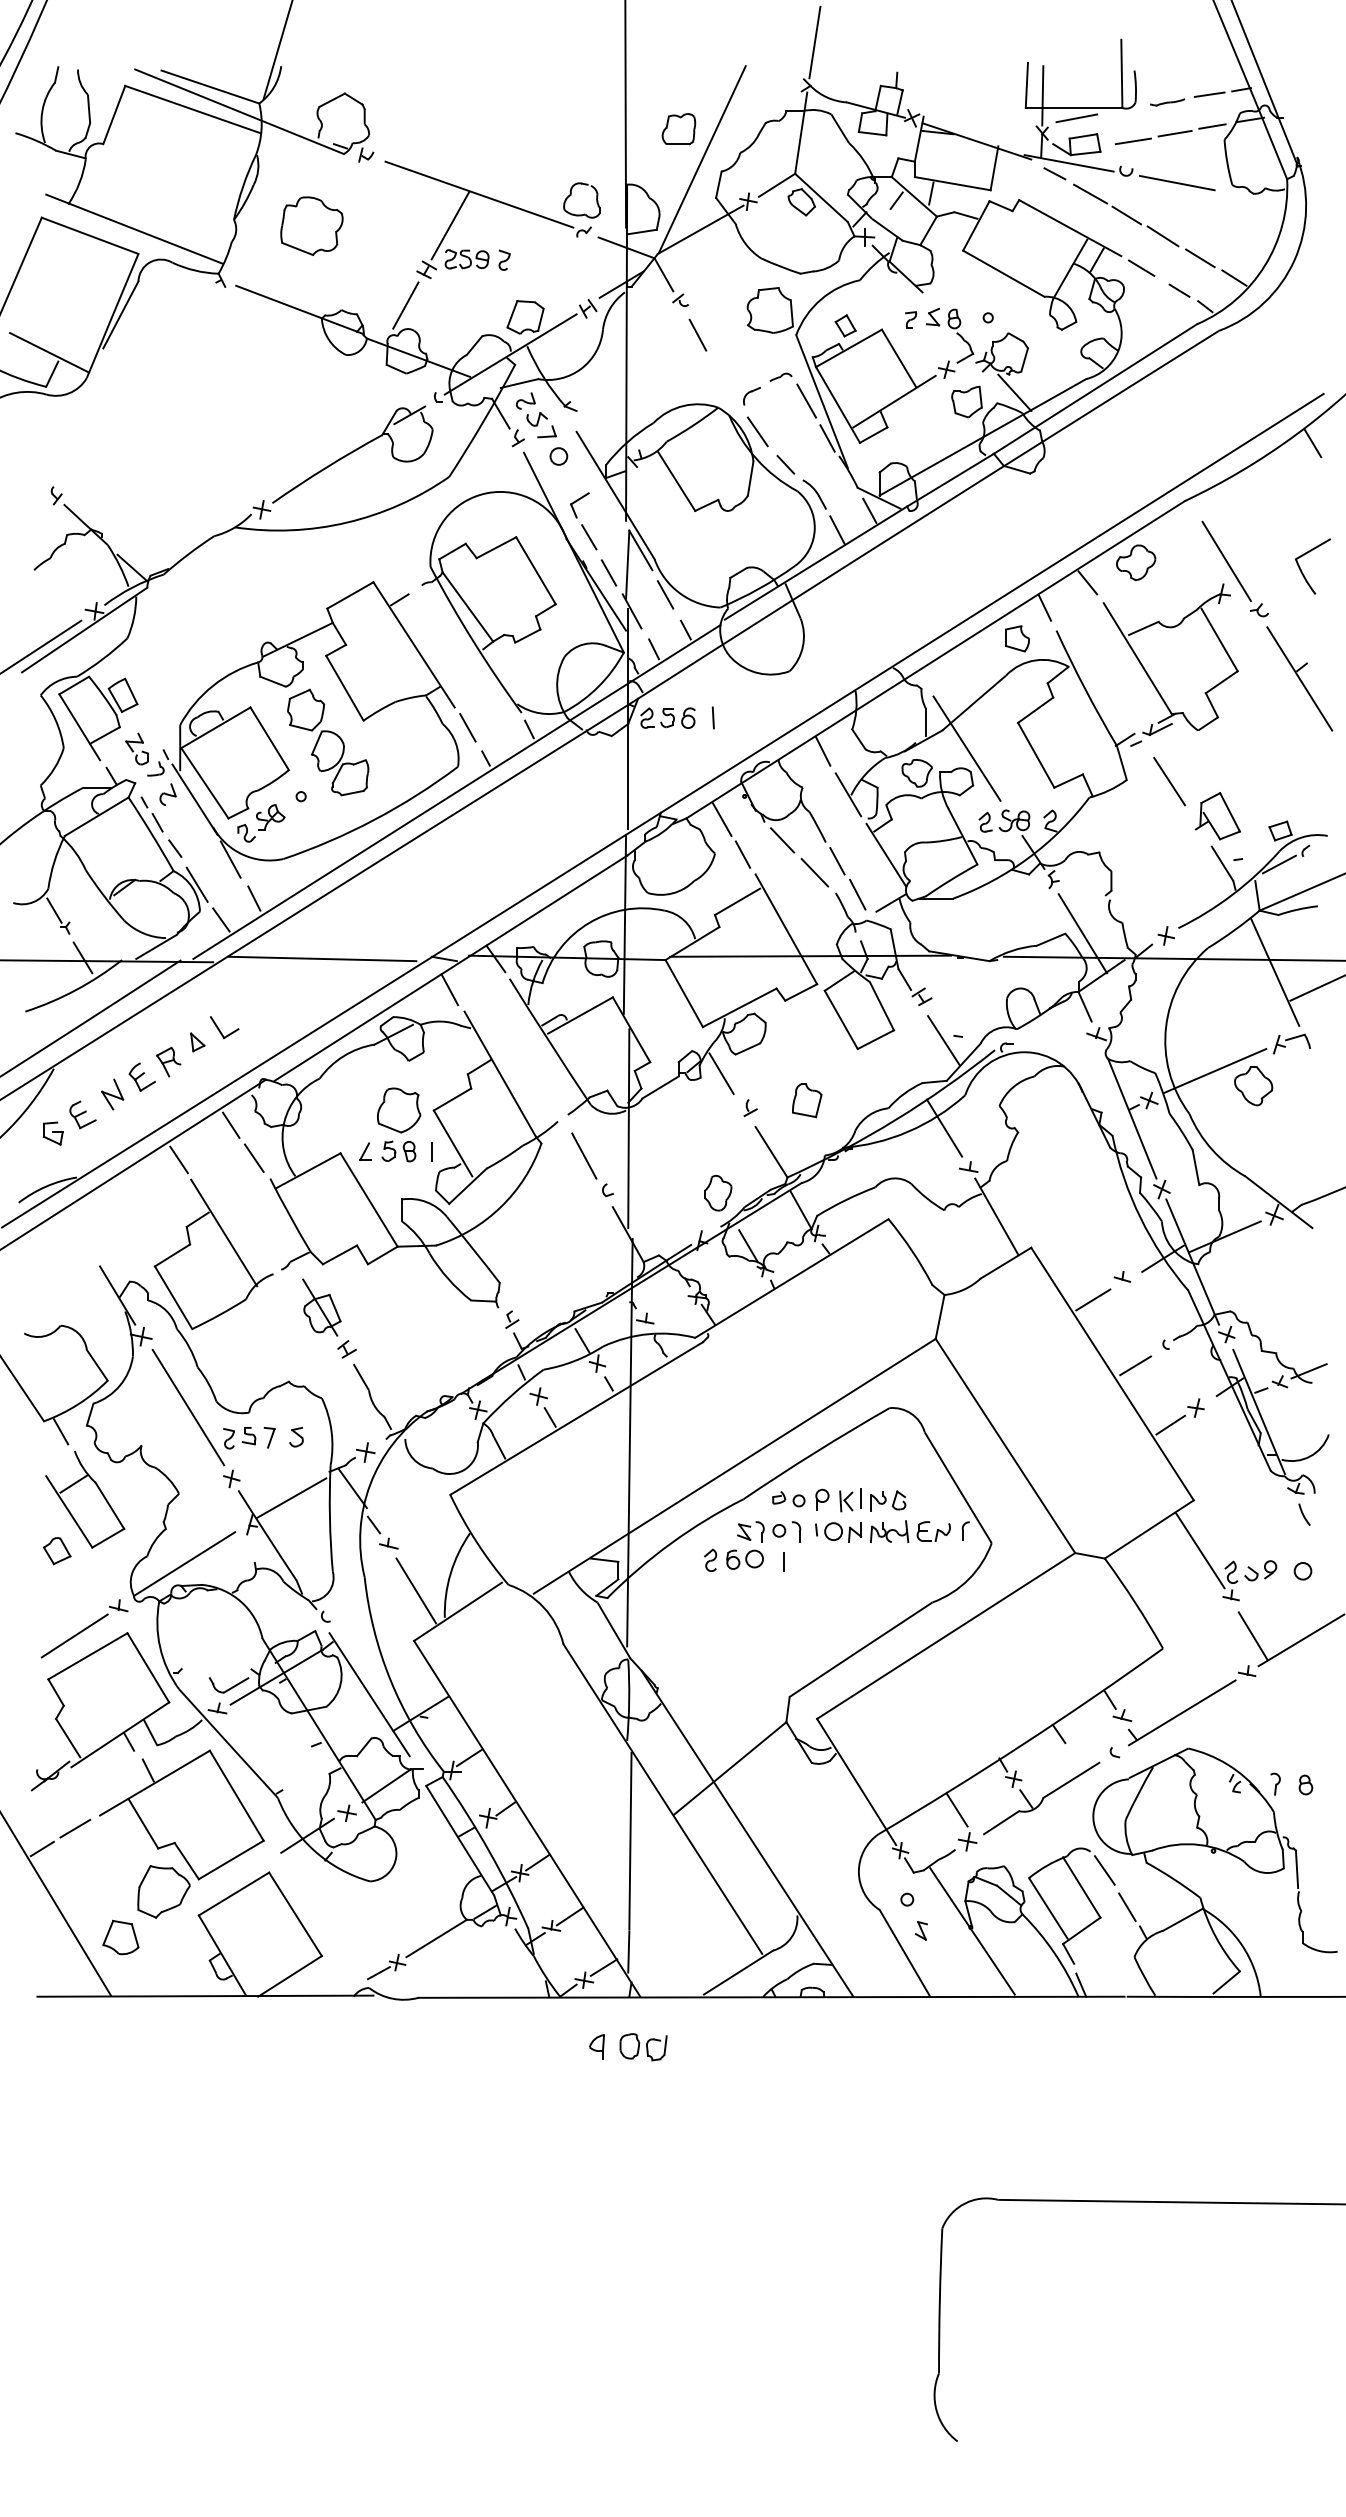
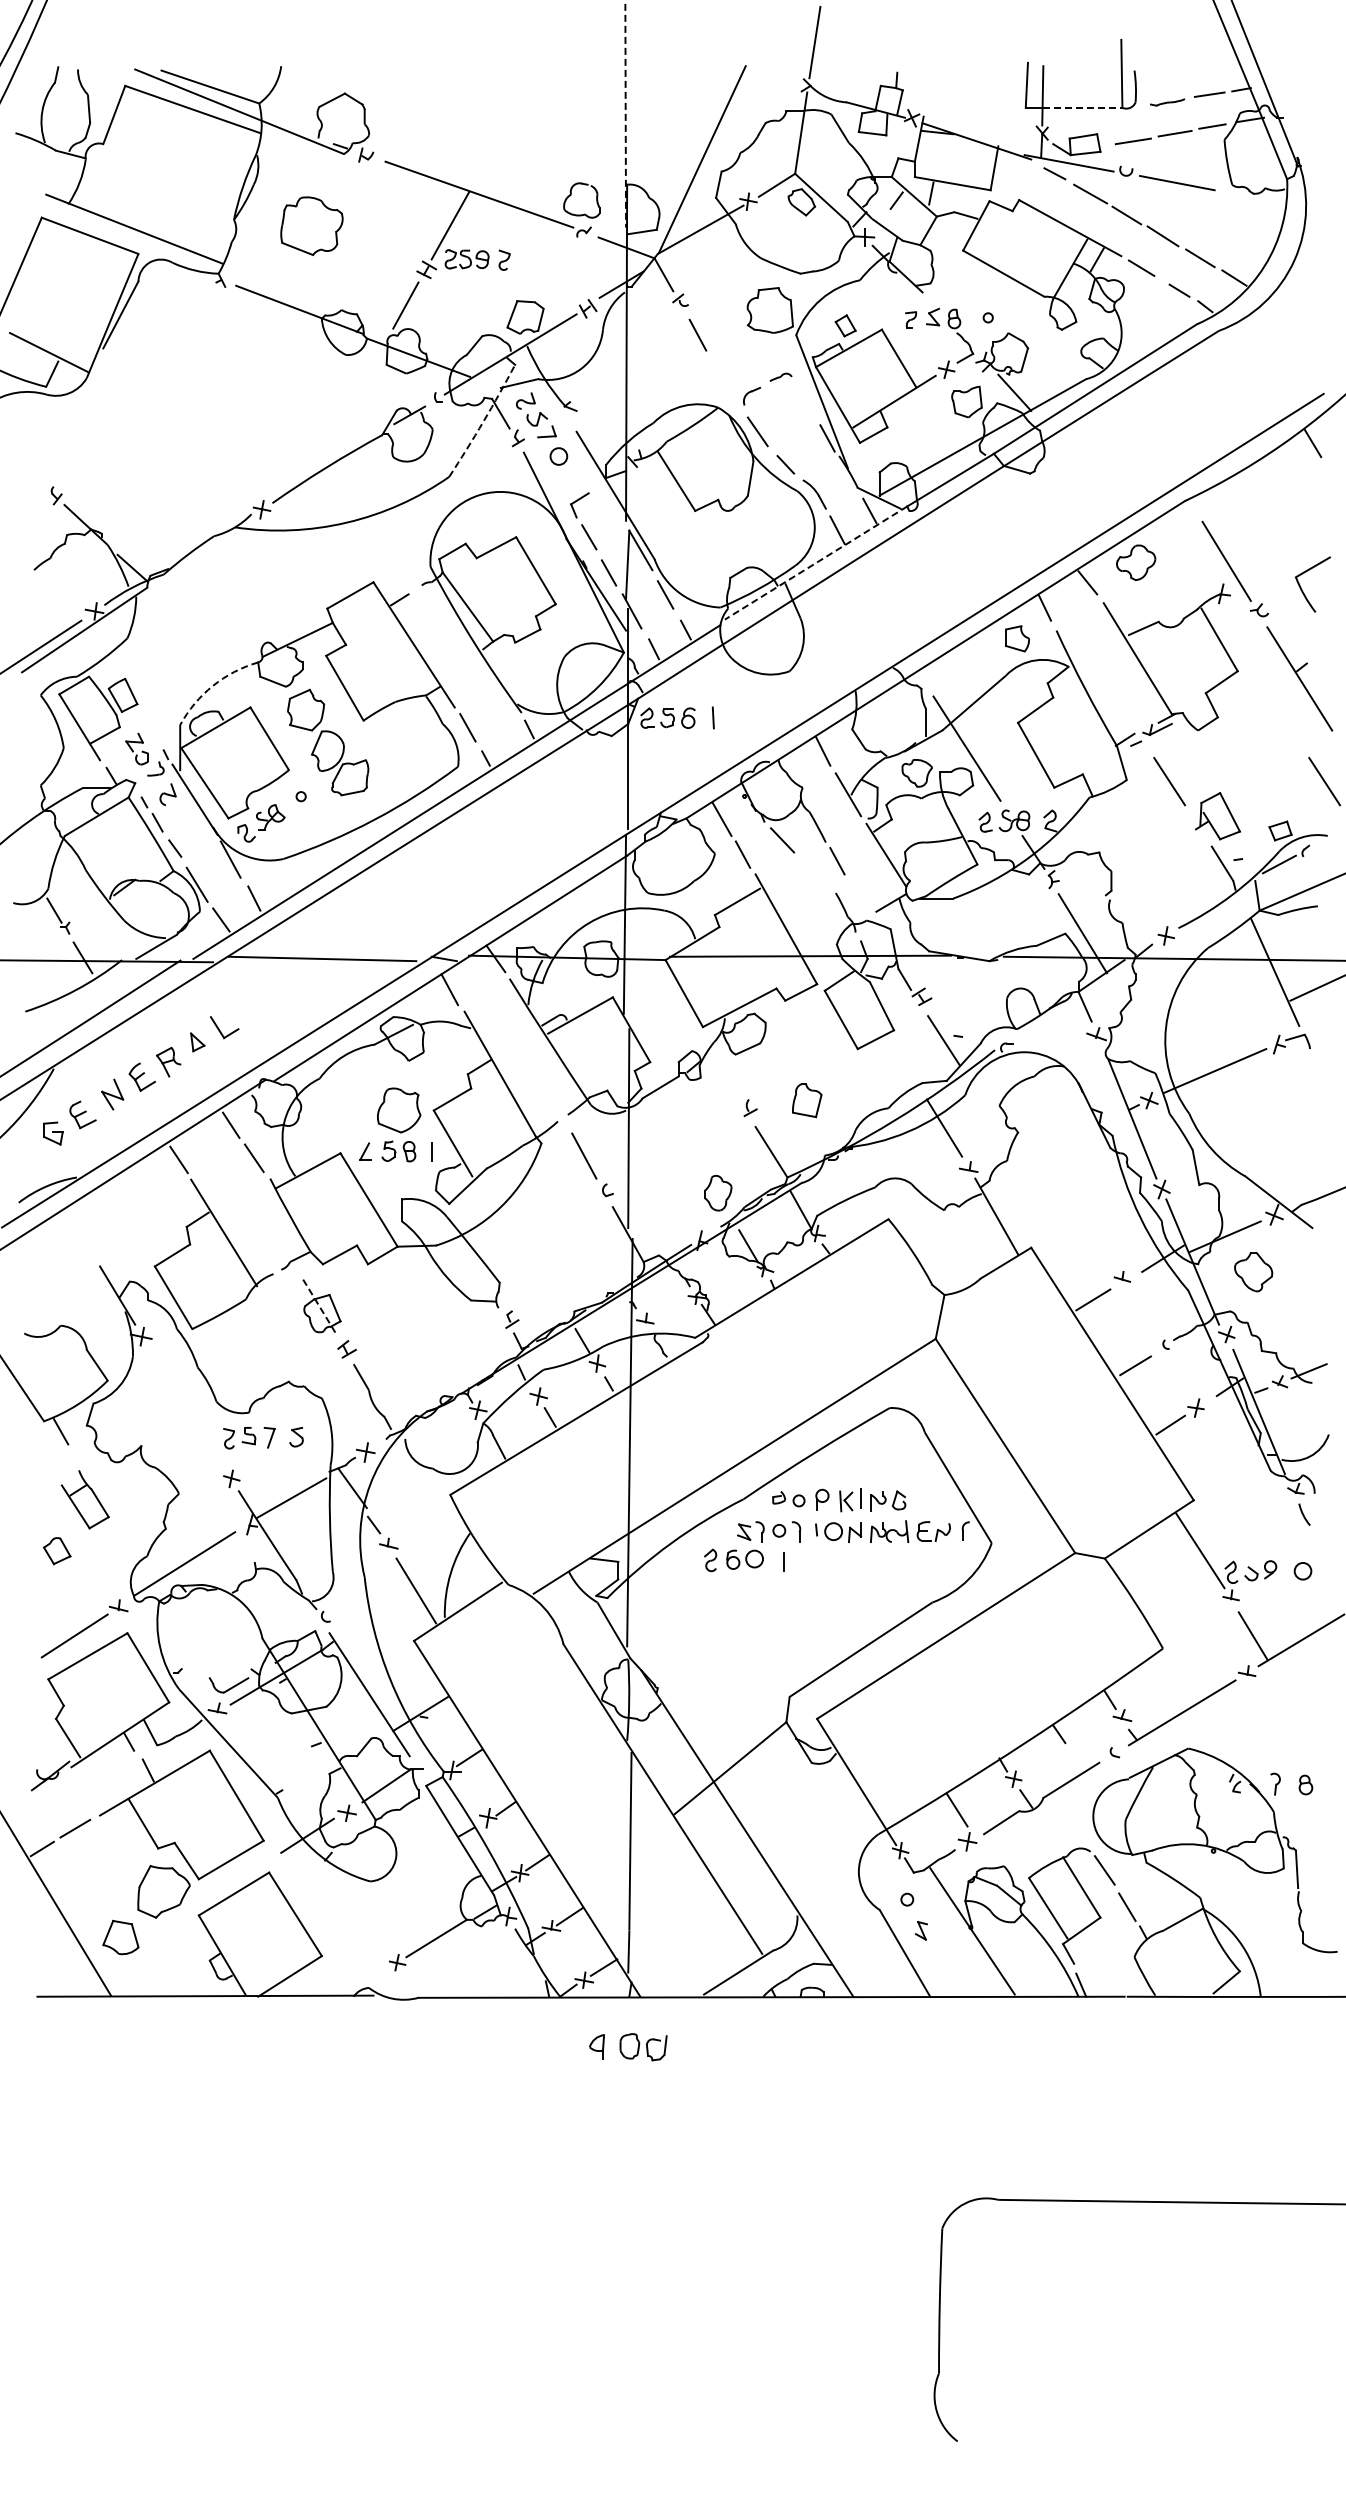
line at (277, 50): present -> none
line at (1082, 107): solid -> dashed
line at (625, 114): solid -> dashed
line at (1076, 118): present -> none
part at (678, 129): present -> none
line at (806, 400): present -> none
arc at (483, 421): solid -> dashed
line at (815, 563): solid -> dashed
part at (1302, 571) position: (1302, 571) -> (1302, 589)
arc at (212, 685): solid -> dashed
line at (1324, 781): none -> present
line at (814, 872): present -> none
line at (857, 894): present -> none
line at (721, 1073): present -> none
part at (1253, 1086) position: (1253, 1086) -> (1253, 1272)
line at (320, 1307): solid -> dashed
line at (188, 1407): present -> none
part at (85, 1499) size: 81x99 px -> 50x60 px
line at (378, 1973): present -> none
